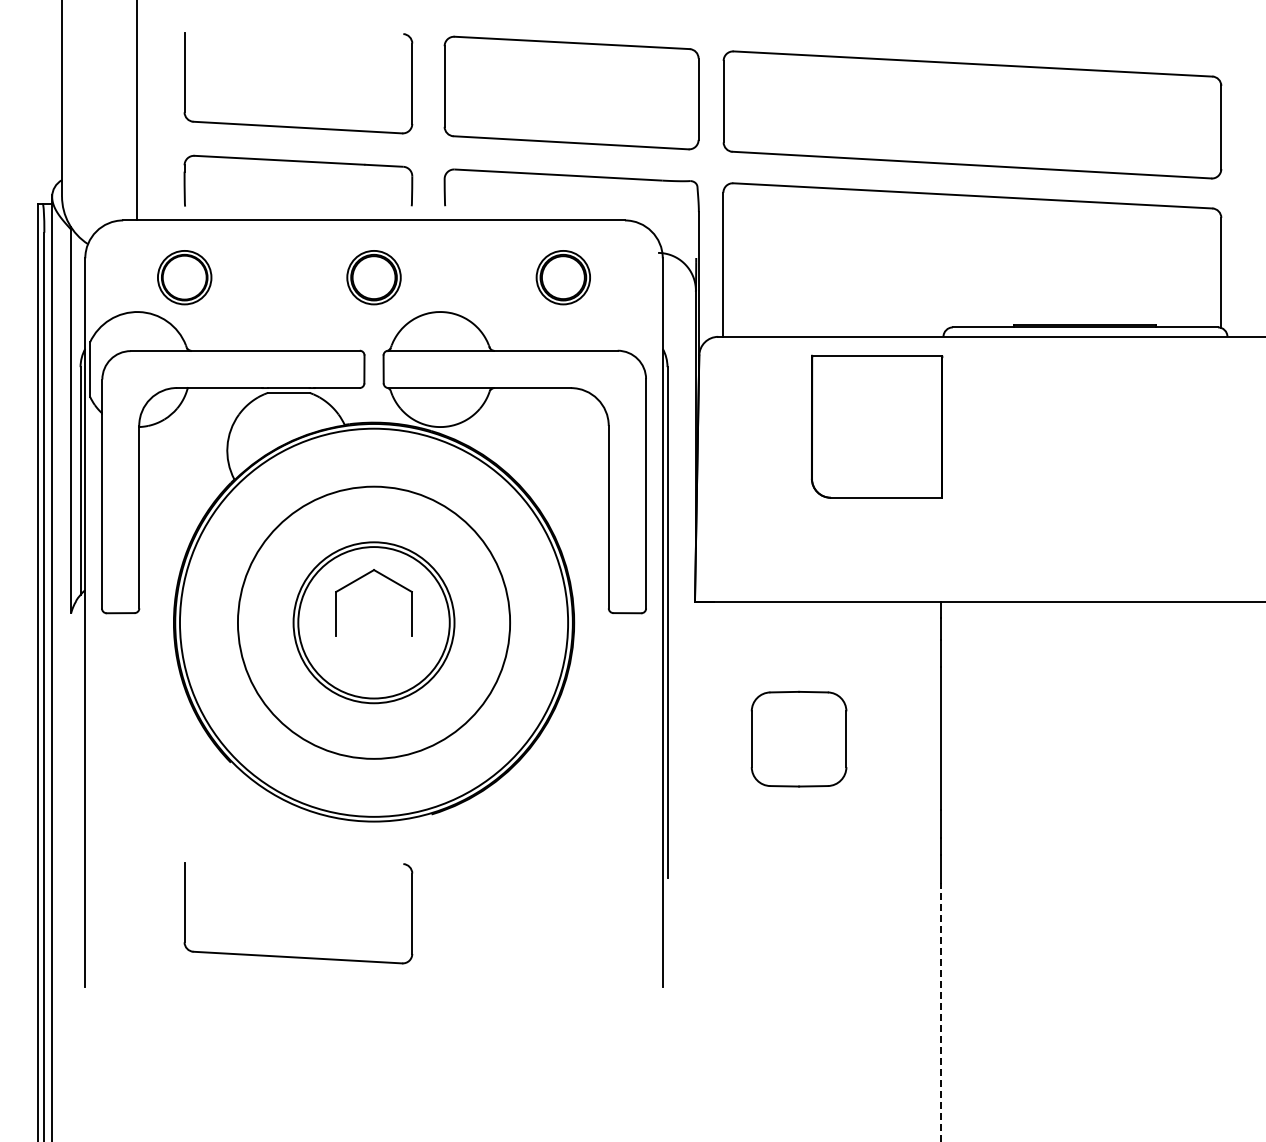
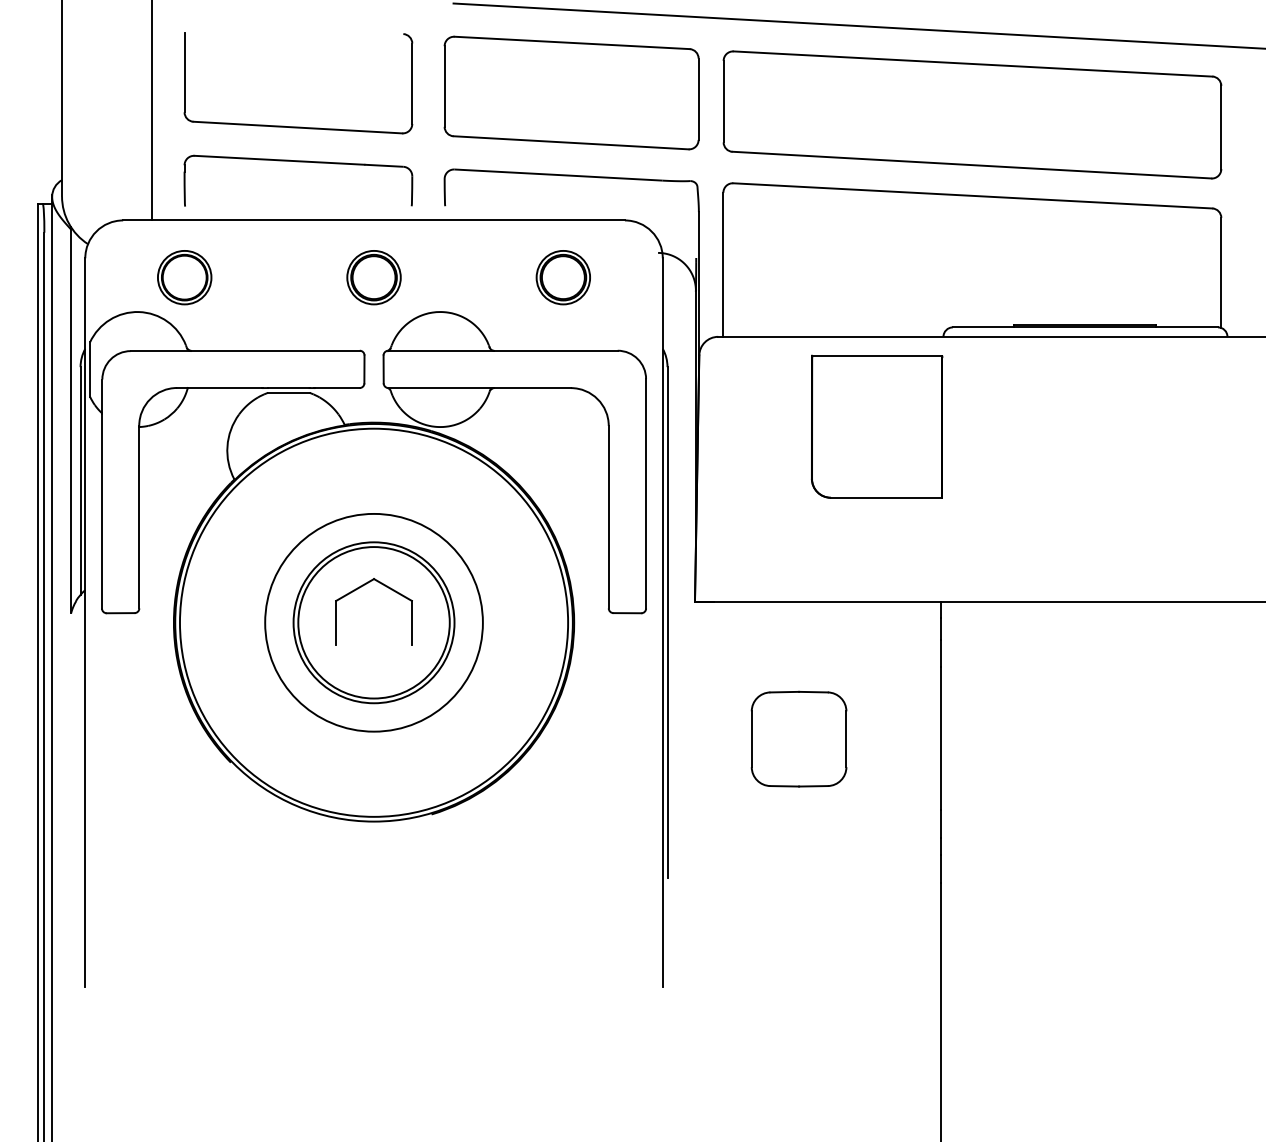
line at (857, 25): none -> present
line at (136, 111) position: (136, 111) -> (151, 111)
part at (358, 580) position: (358, 580) -> (358, 589)
circle at (373, 622) diameter: 272 px -> 218 px
part at (298, 956): present -> none
line at (941, 1011): dashed -> solid
